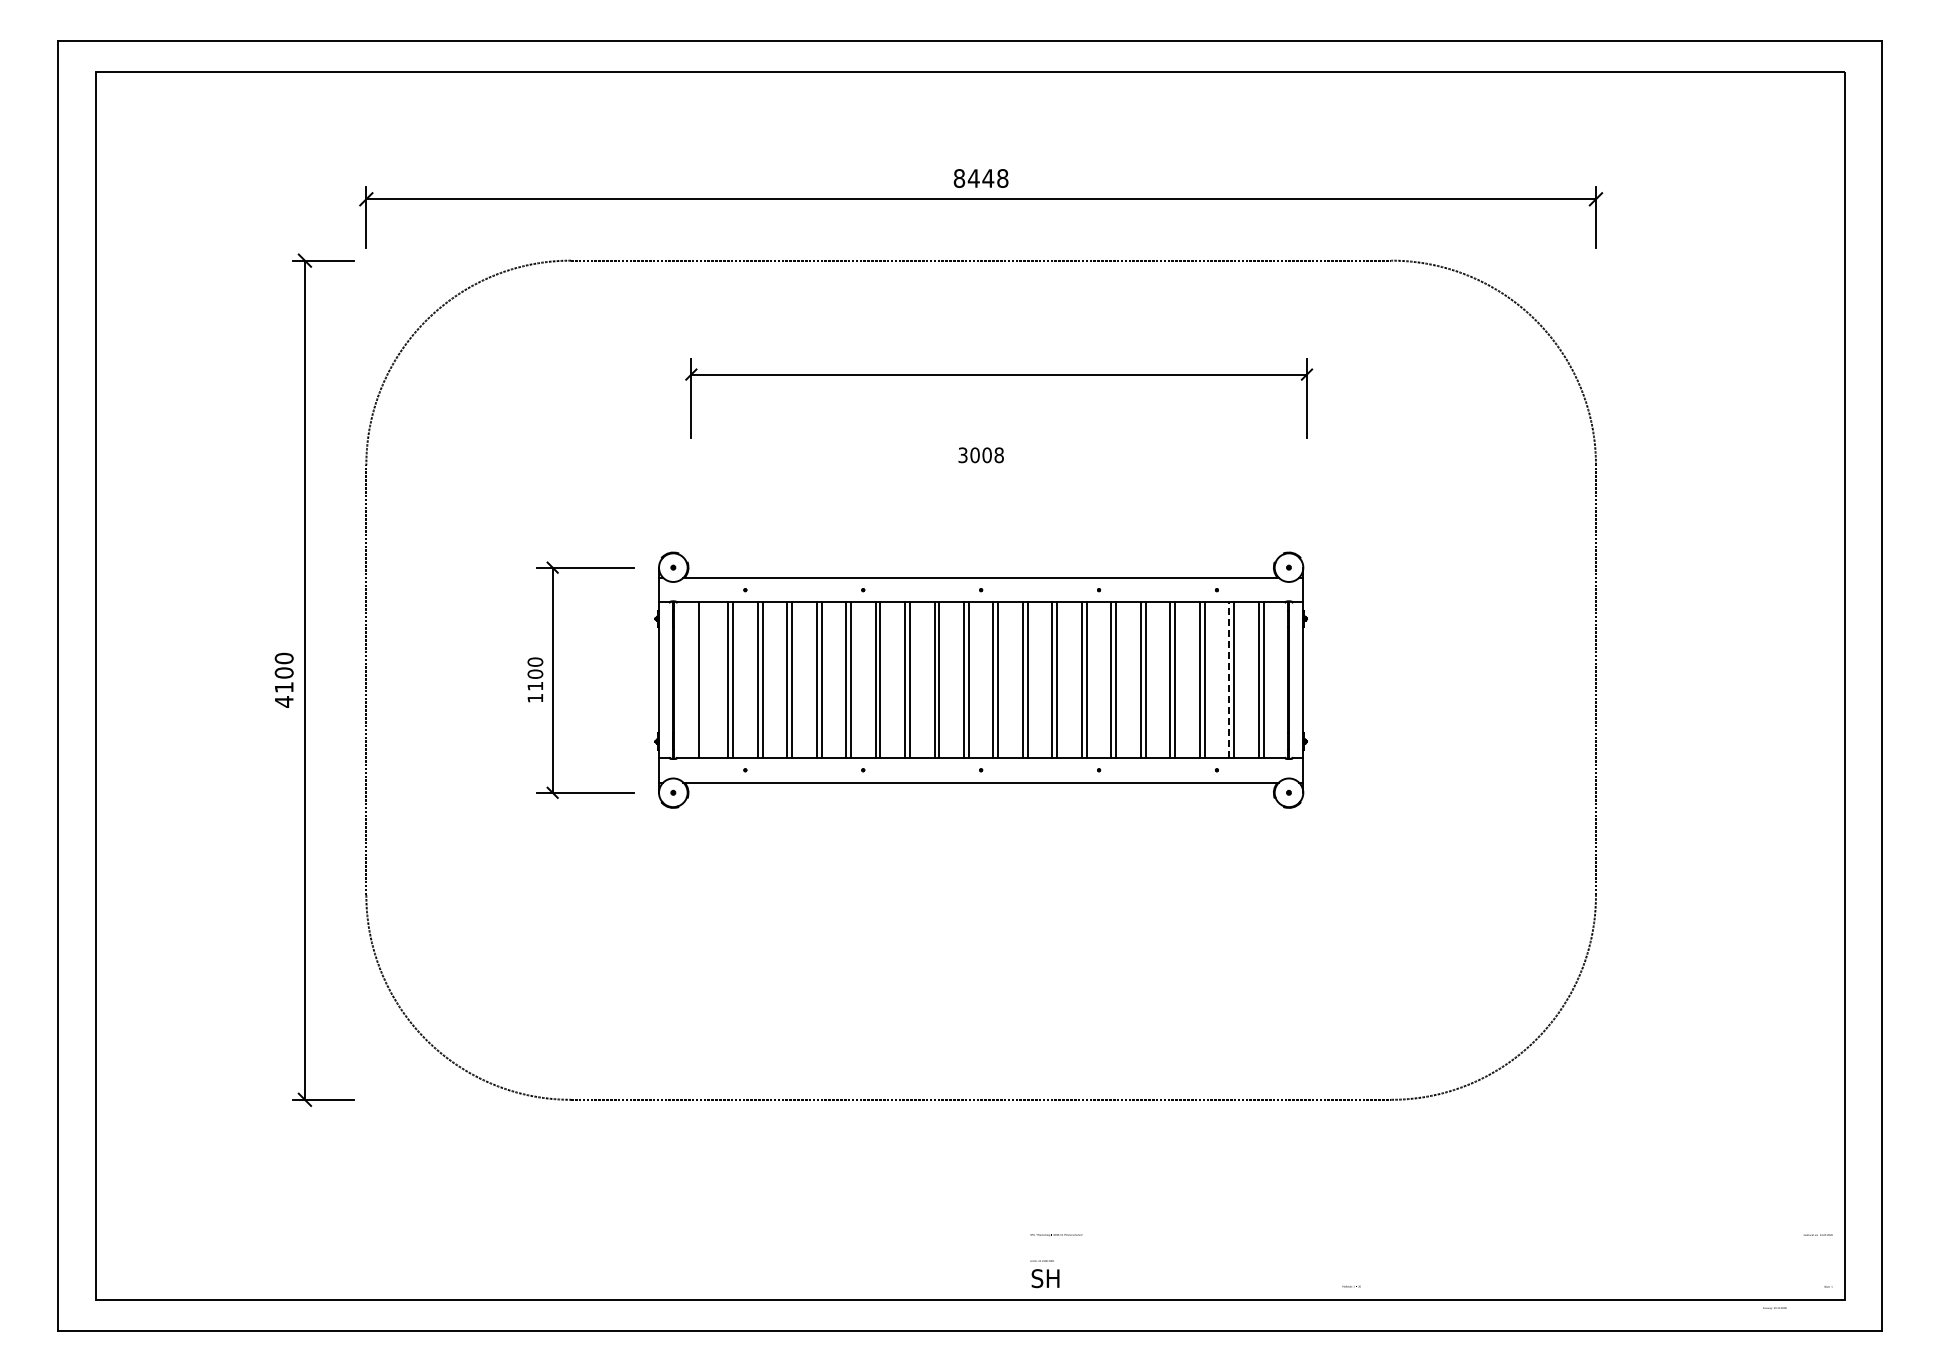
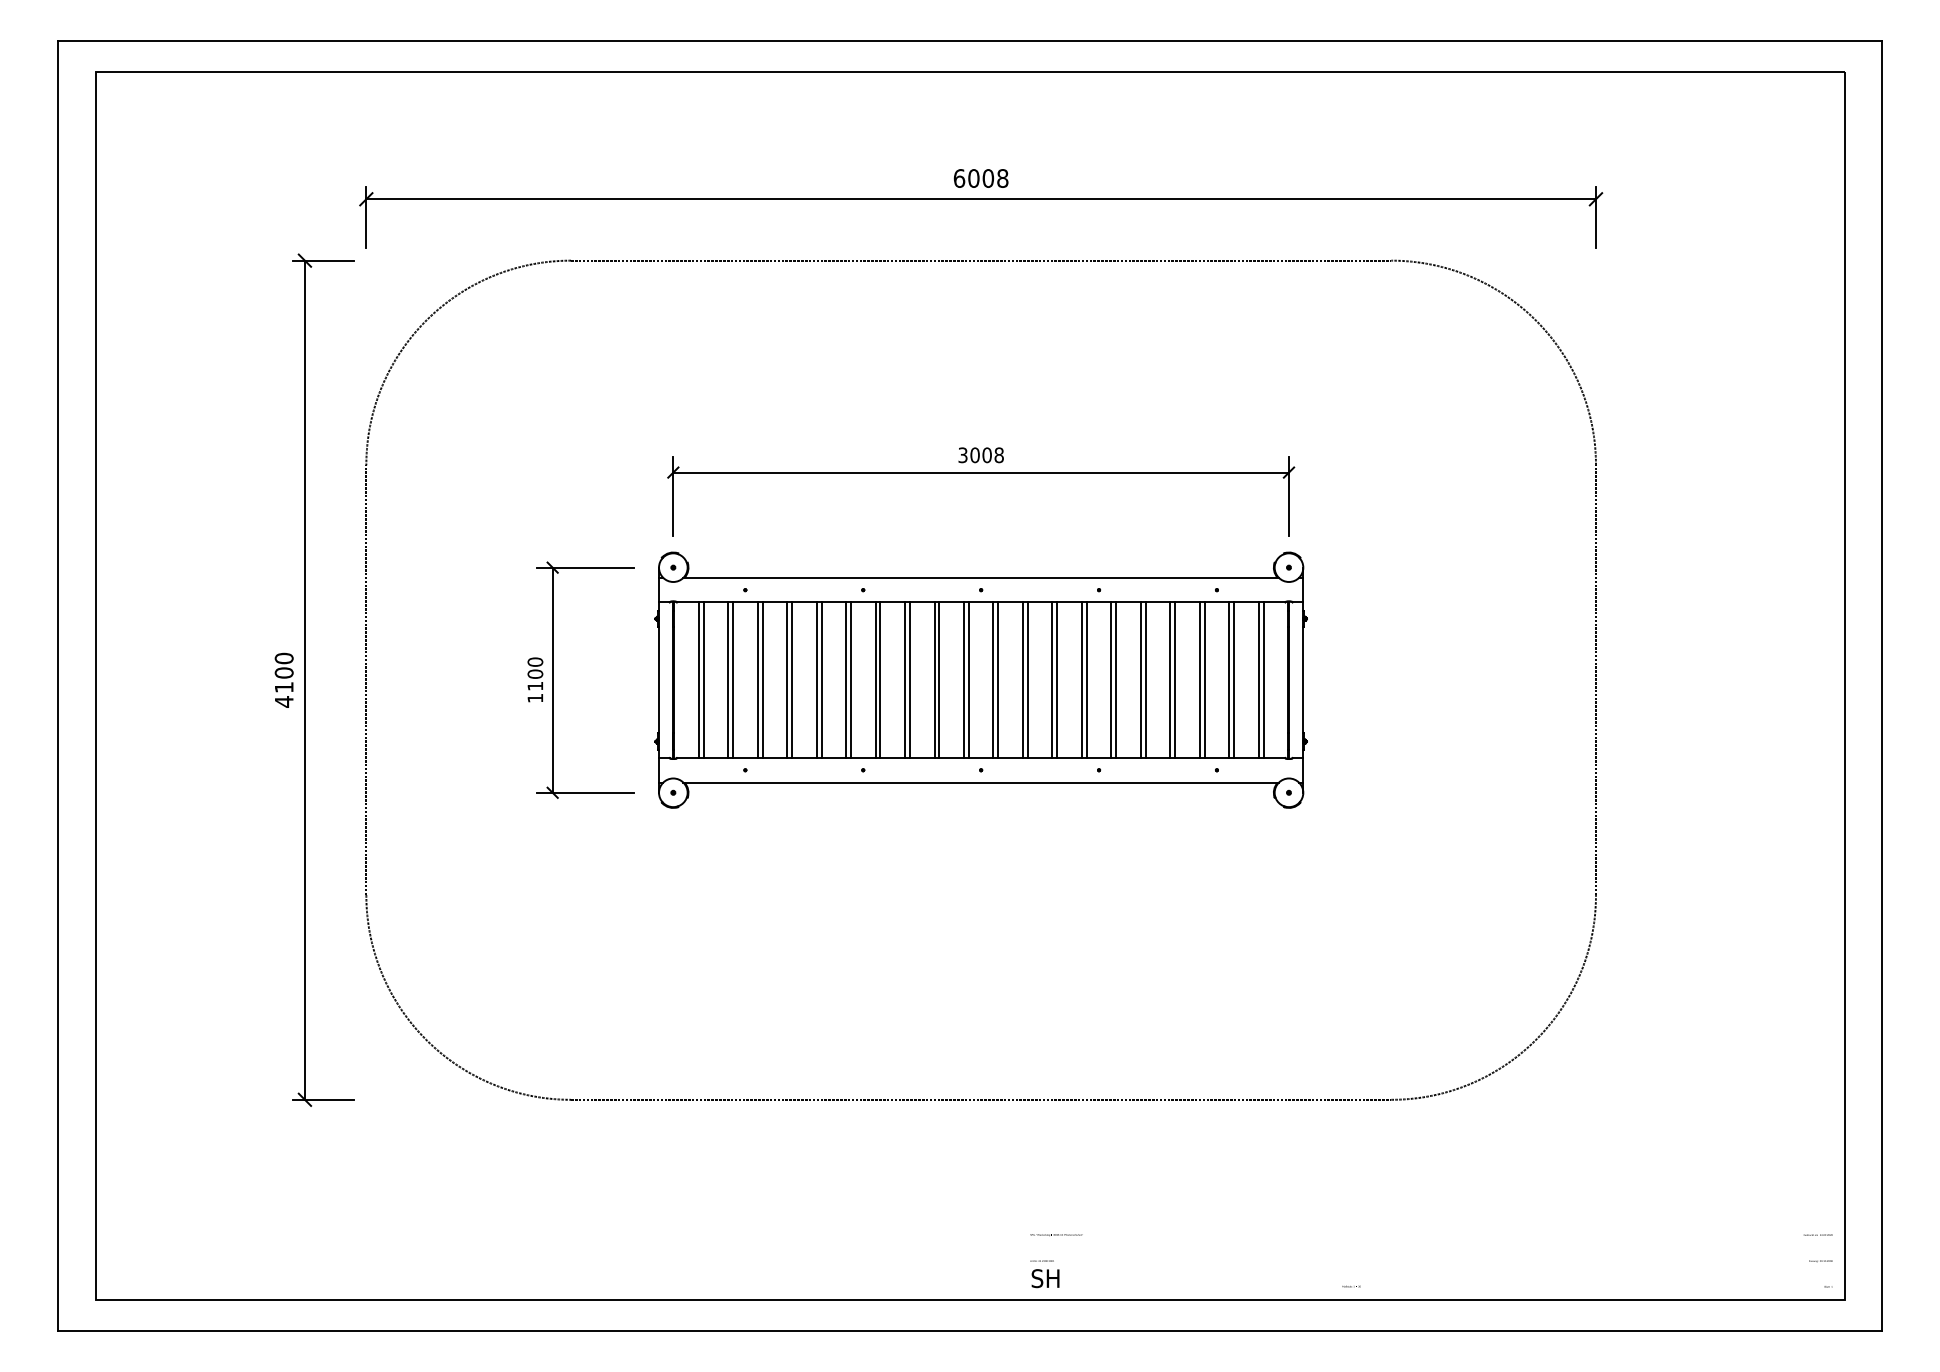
text at (973, 178): 8448 -> 6008
part at (999, 375) position: (999, 375) -> (981, 473)
line at (703, 680): none -> present
line at (1229, 680): dashed -> solid
text at (1774, 1308) position: (1774, 1308) -> (1820, 1261)
